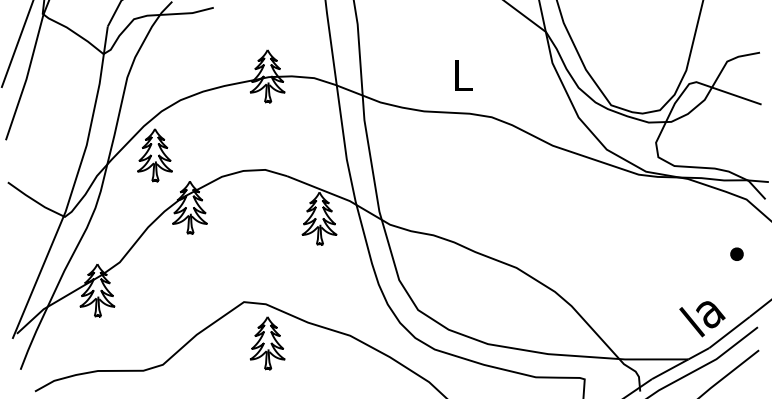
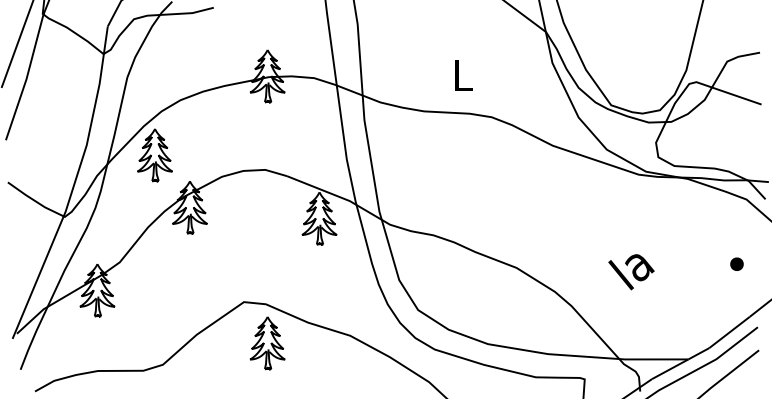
part at (736, 253) position: (736, 253) -> (736, 263)
text at (702, 319) position: (702, 319) -> (631, 272)
